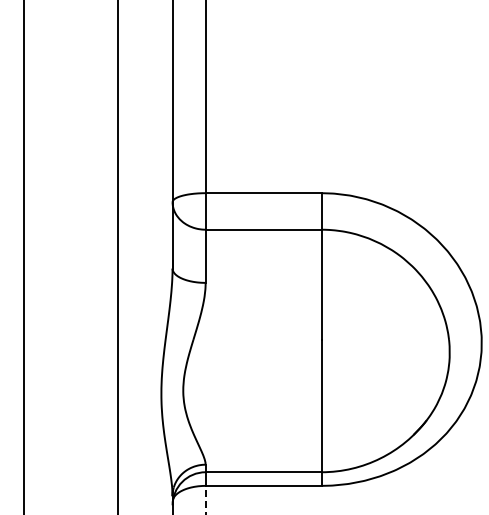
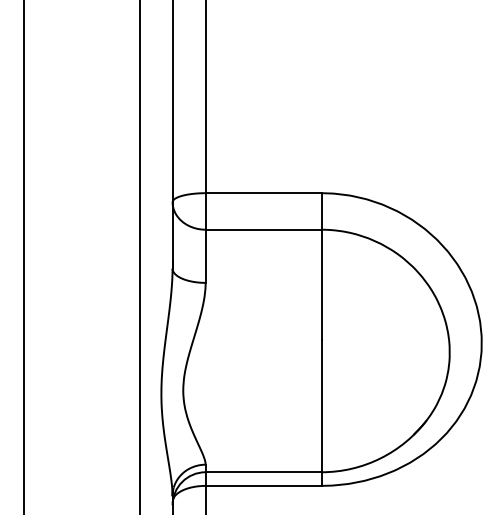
line at (117, 256) position: (117, 256) -> (139, 256)
line at (205, 499): dashed -> solid
